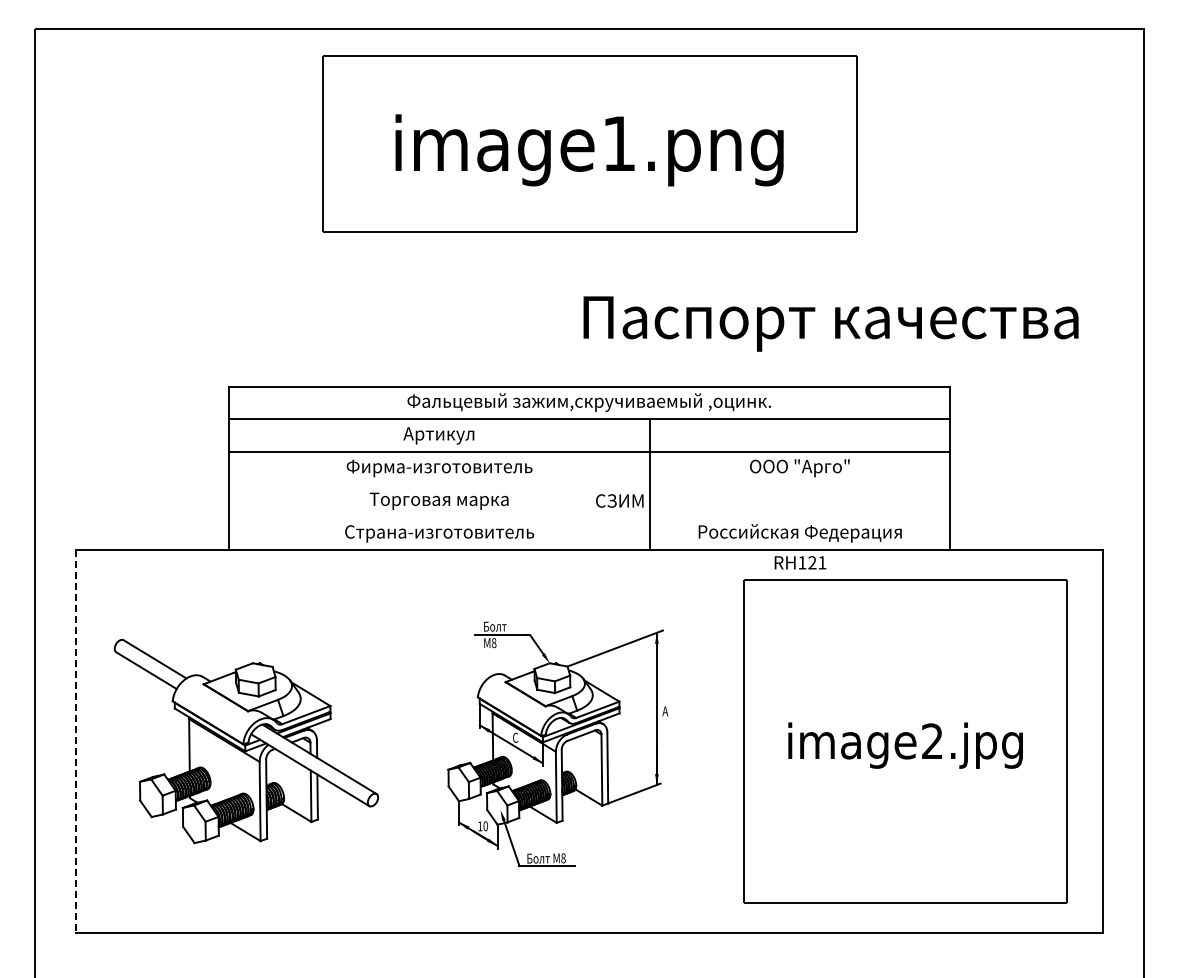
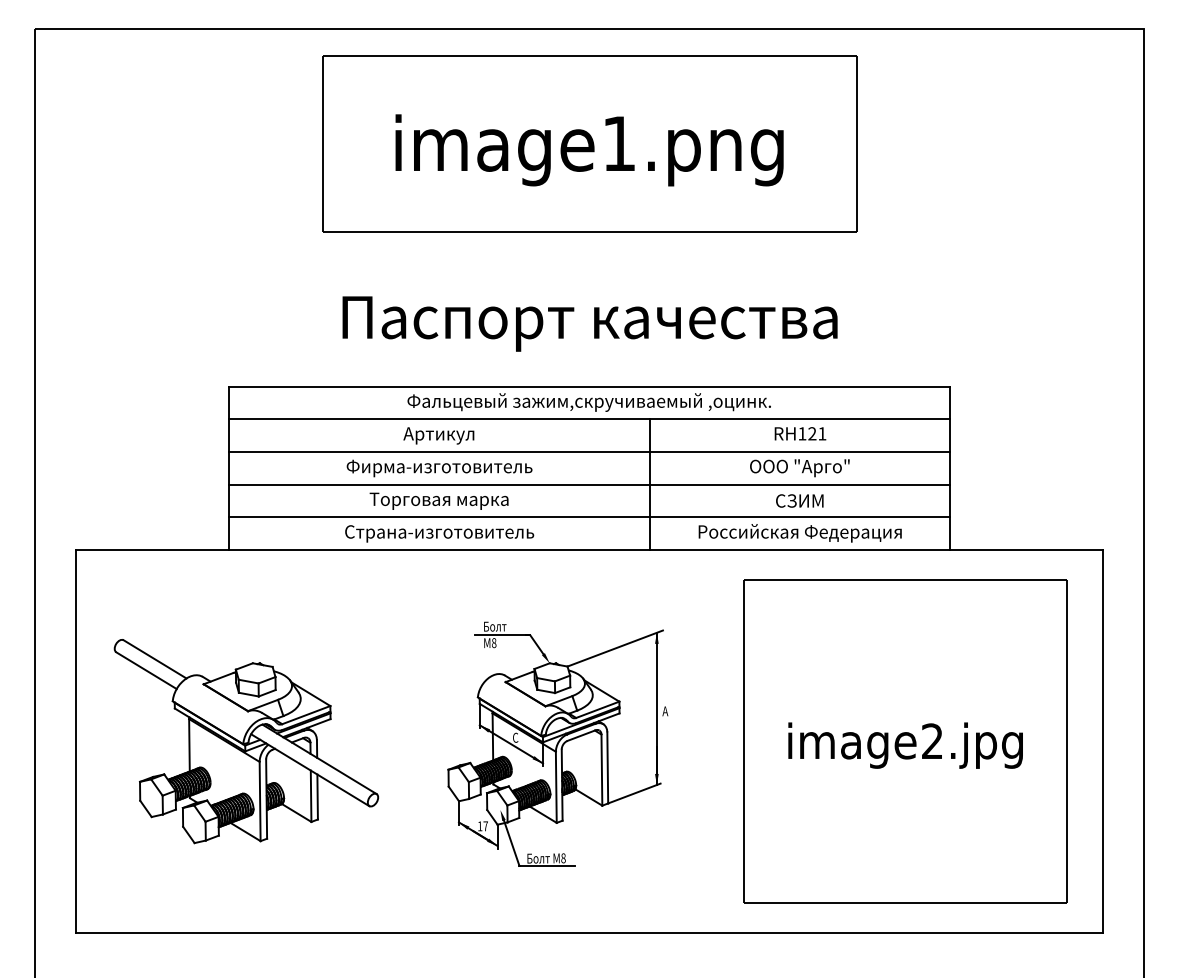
text at (830, 323) position: (830, 323) -> (589, 323)
line at (589, 484): none -> present
text at (619, 500) position: (619, 500) -> (799, 500)
line at (589, 517): none -> present
text at (800, 562) position: (800, 562) -> (800, 433)
line at (75, 741): dashed -> solid
text at (485, 826): 10 -> 17
